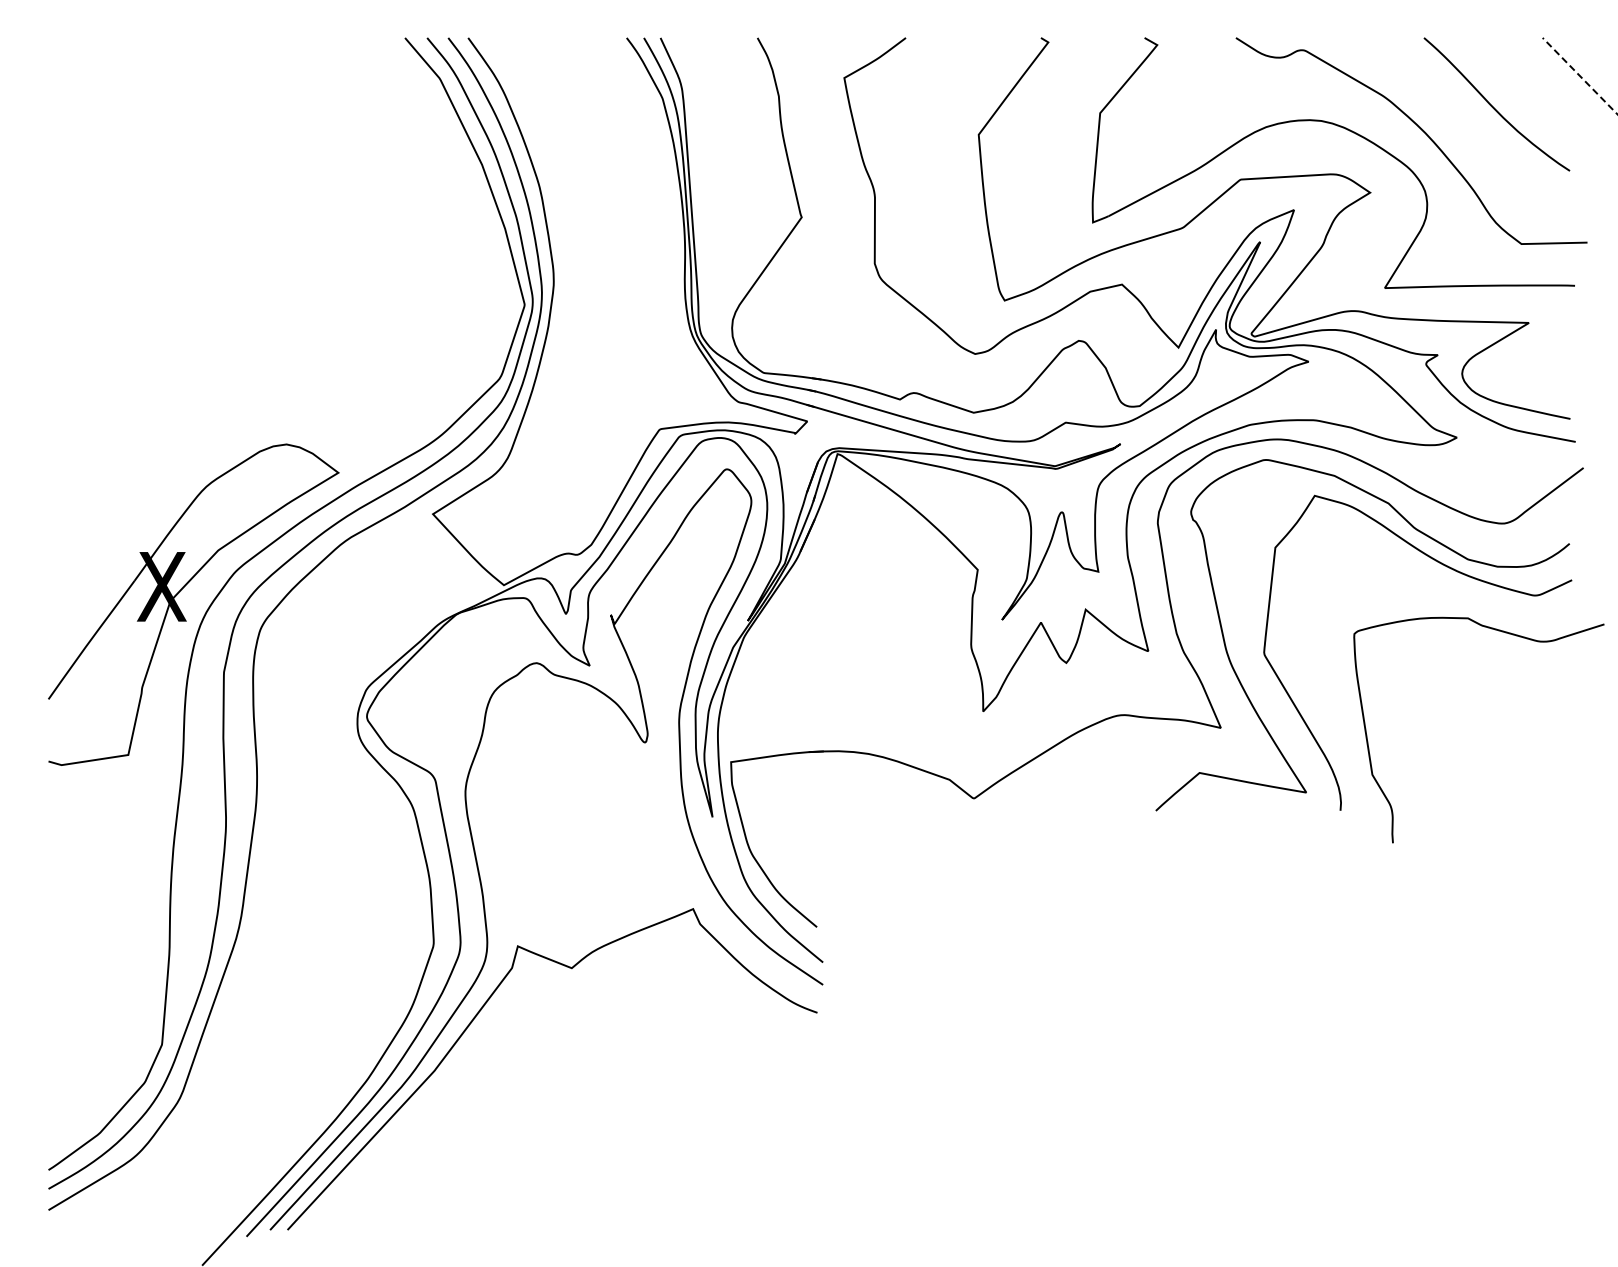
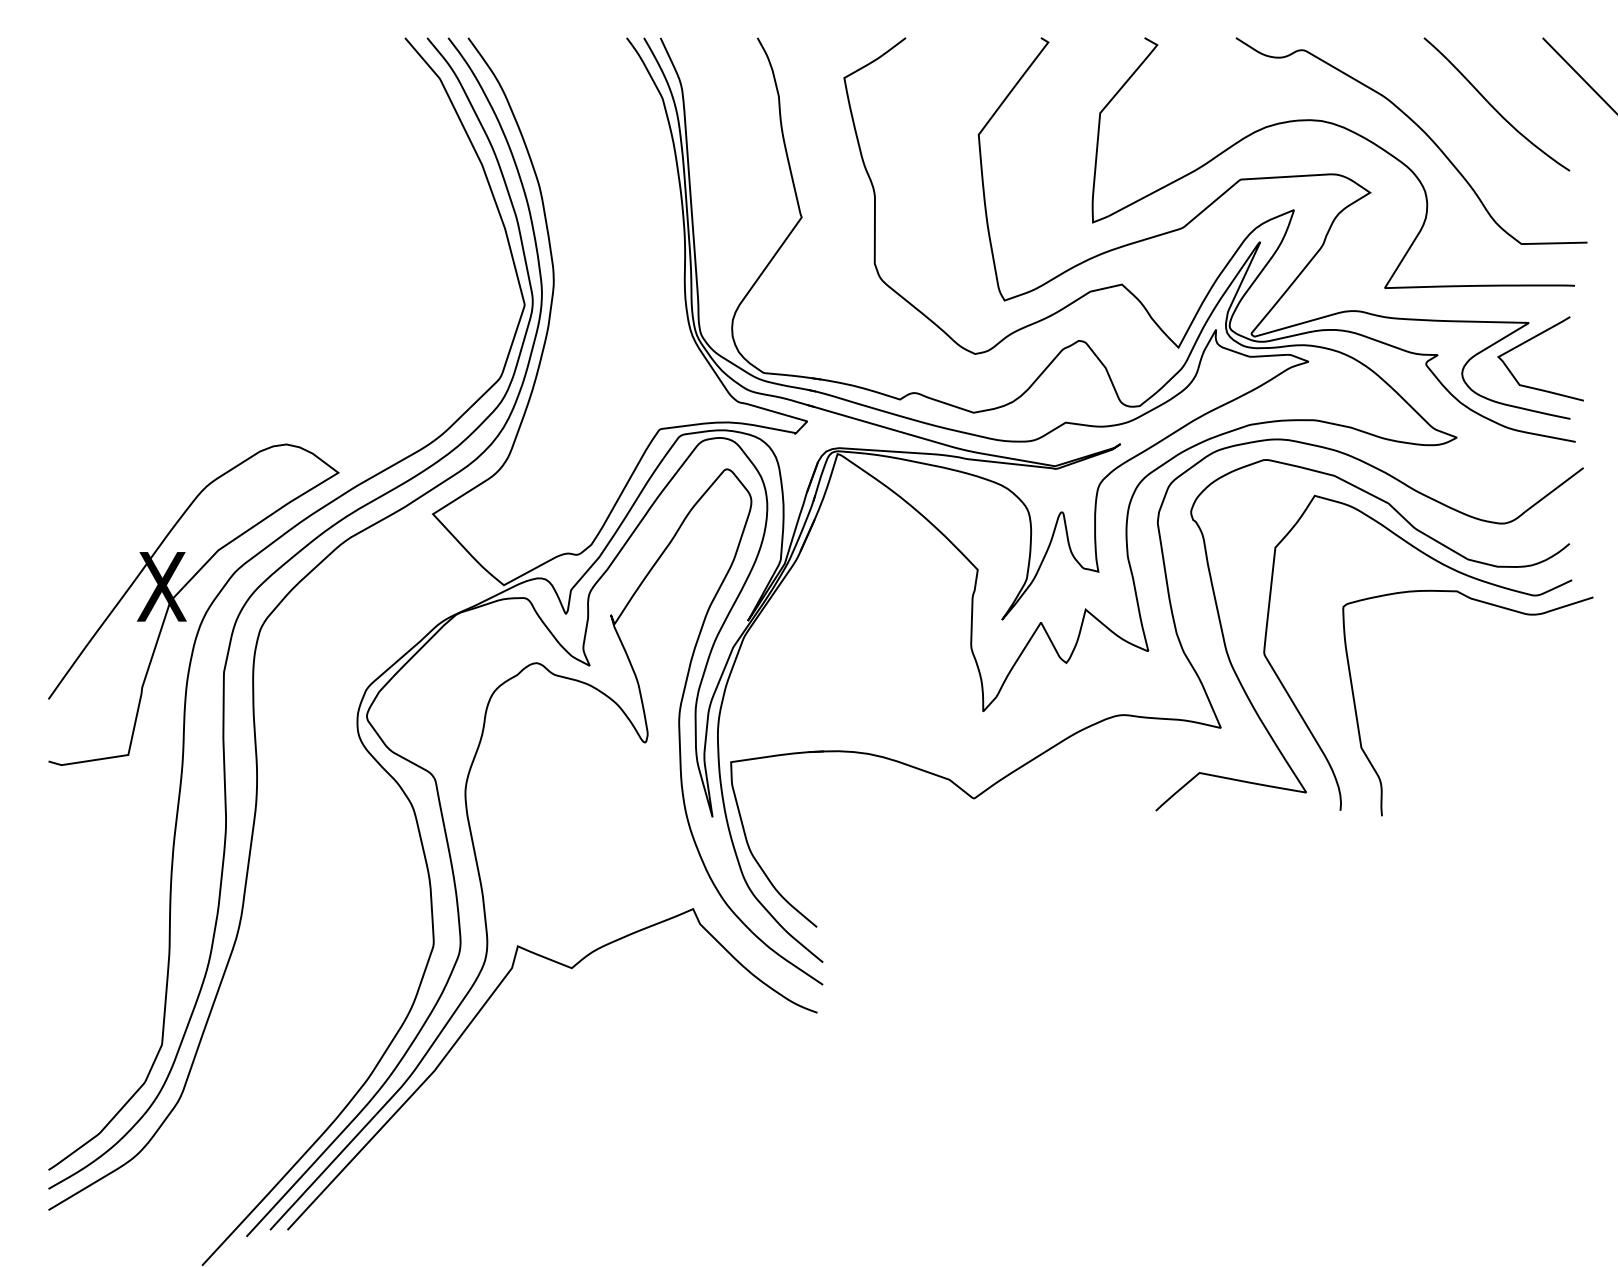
line at (1579, 75): dashed -> solid
curve at (1530, 340): none -> present
curve at (1505, 633) position: (1505, 633) -> (1494, 606)
